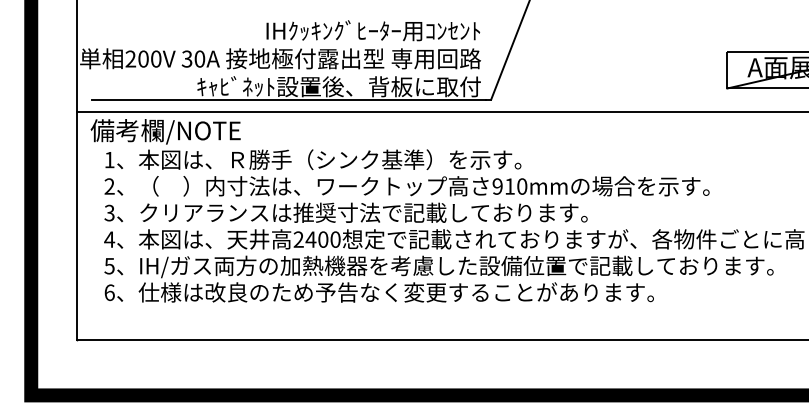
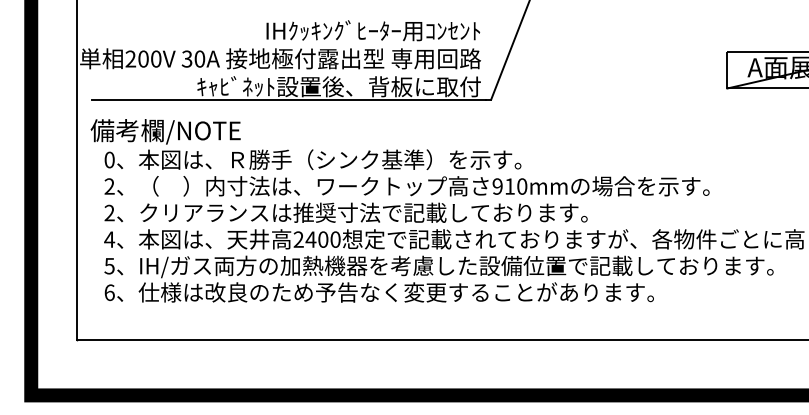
line at (440, 111): present -> none
text at (109, 159): 1 -> 0
text at (109, 213): 3 -> 2
